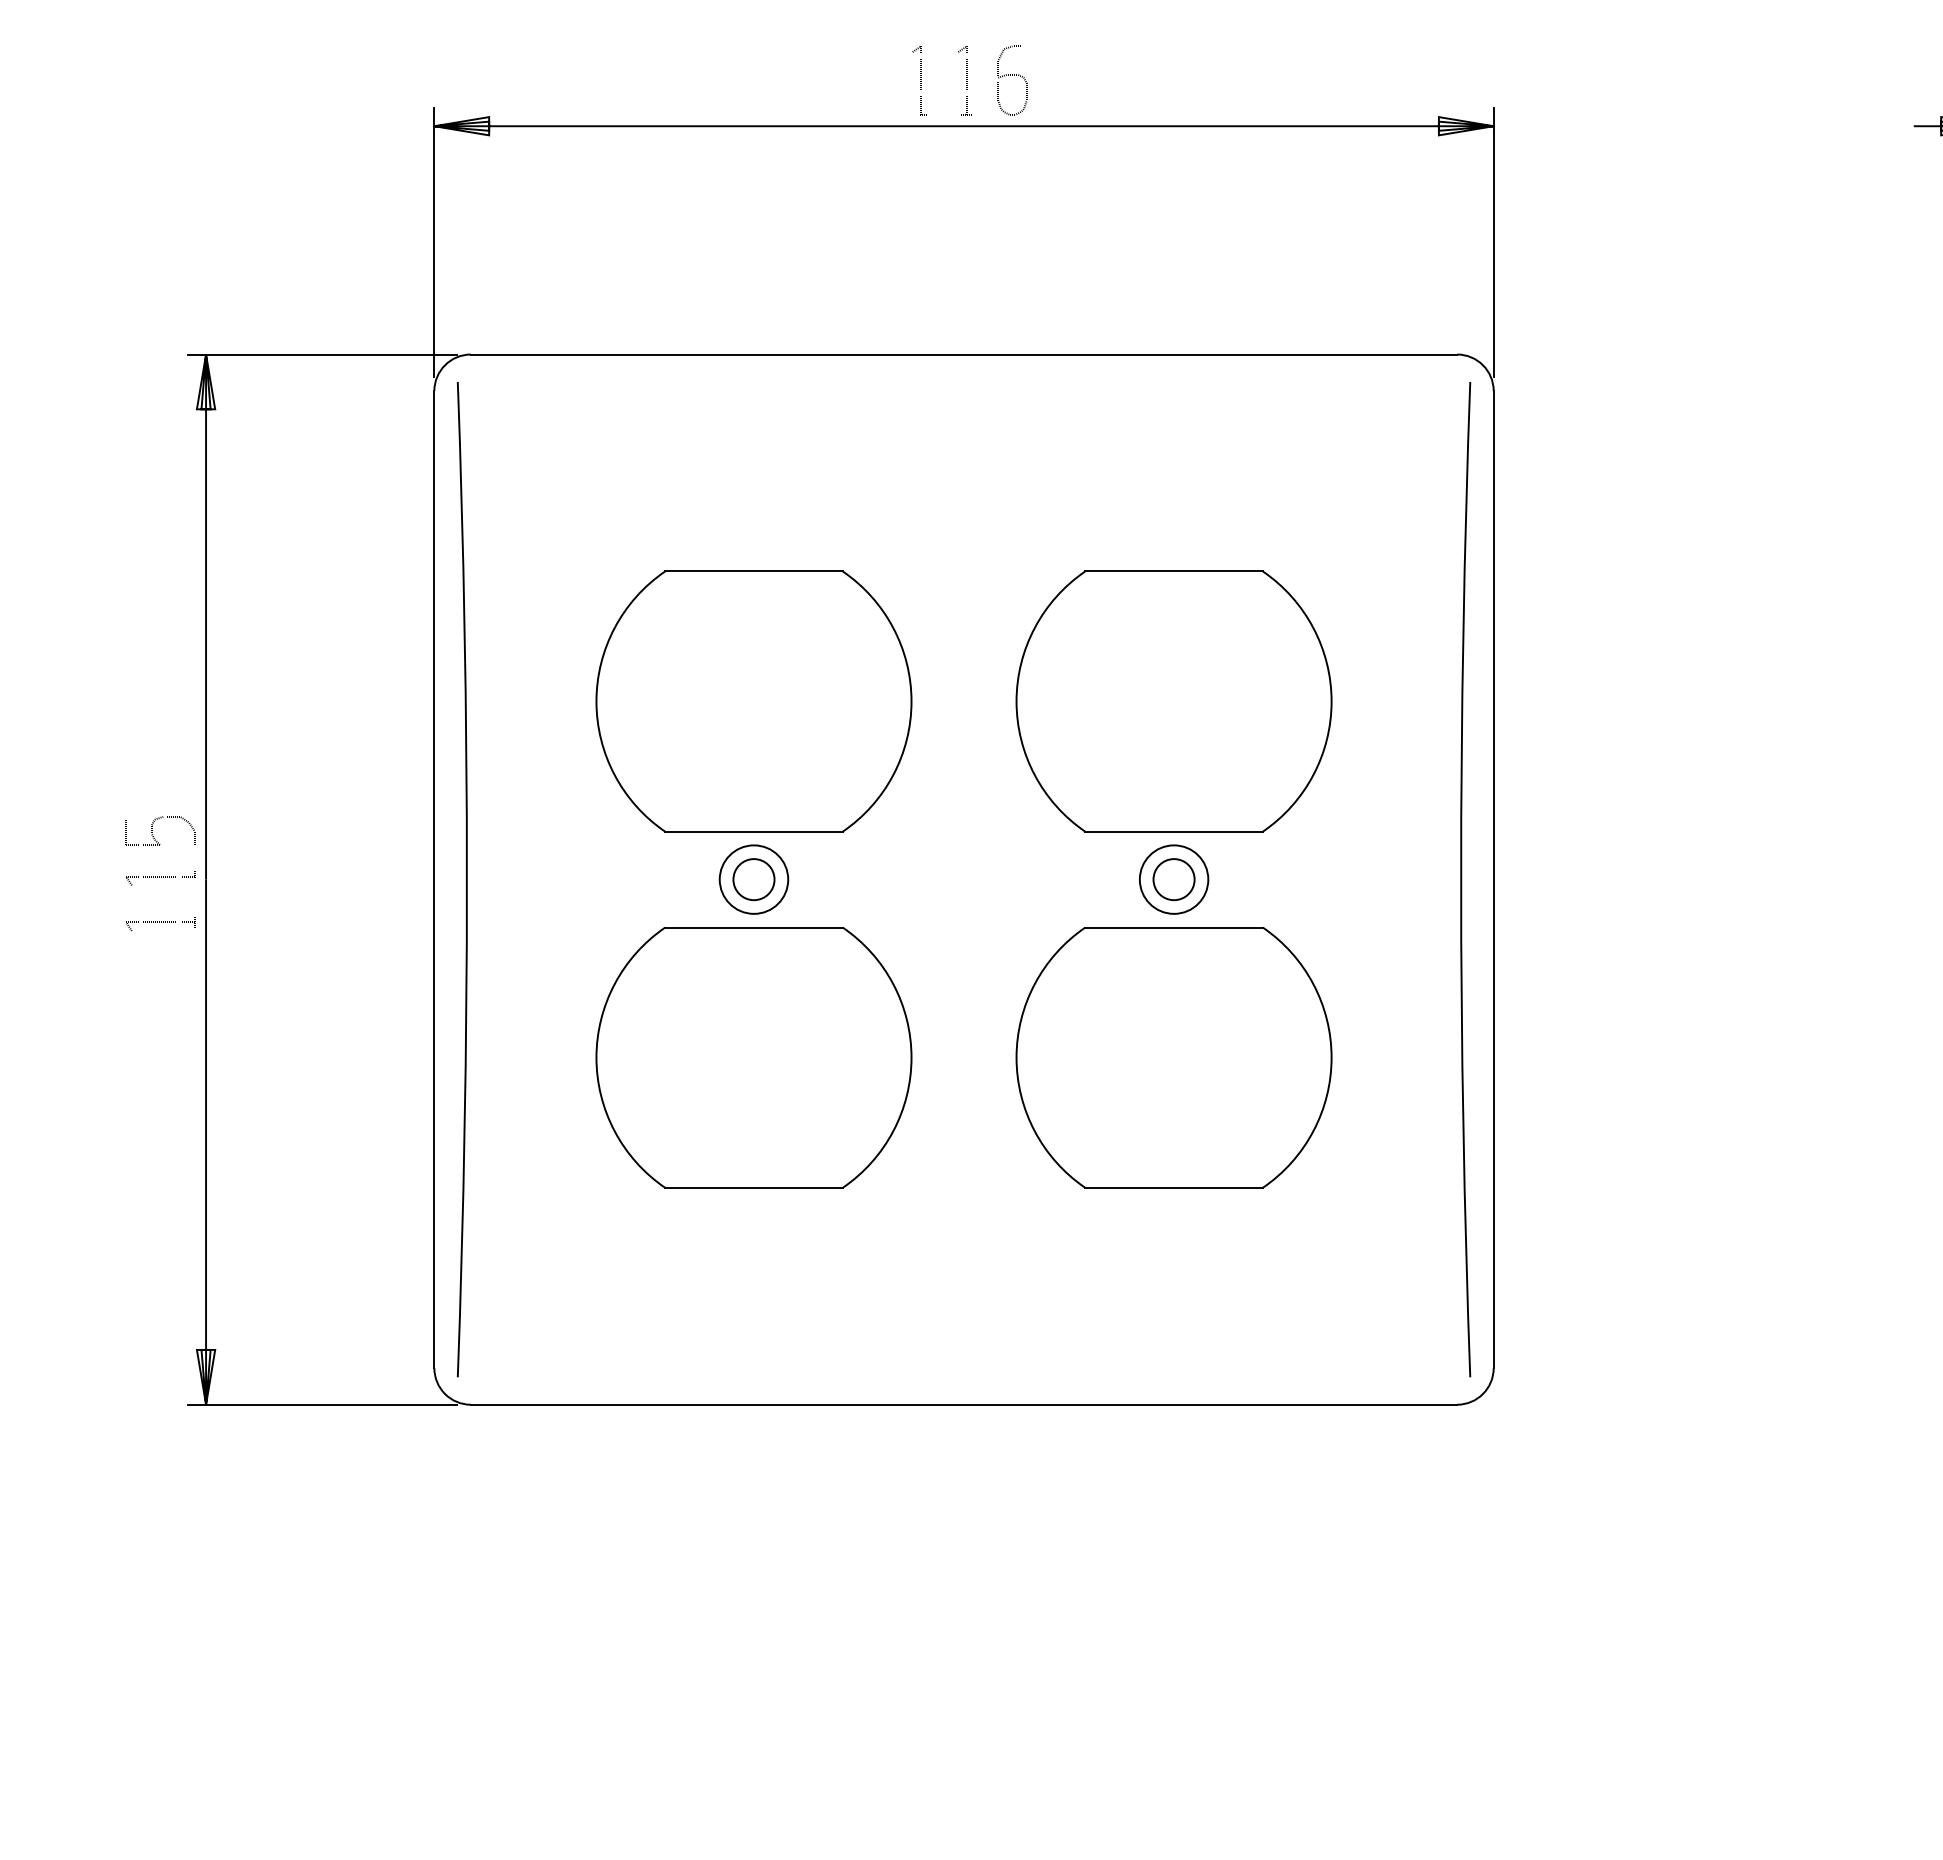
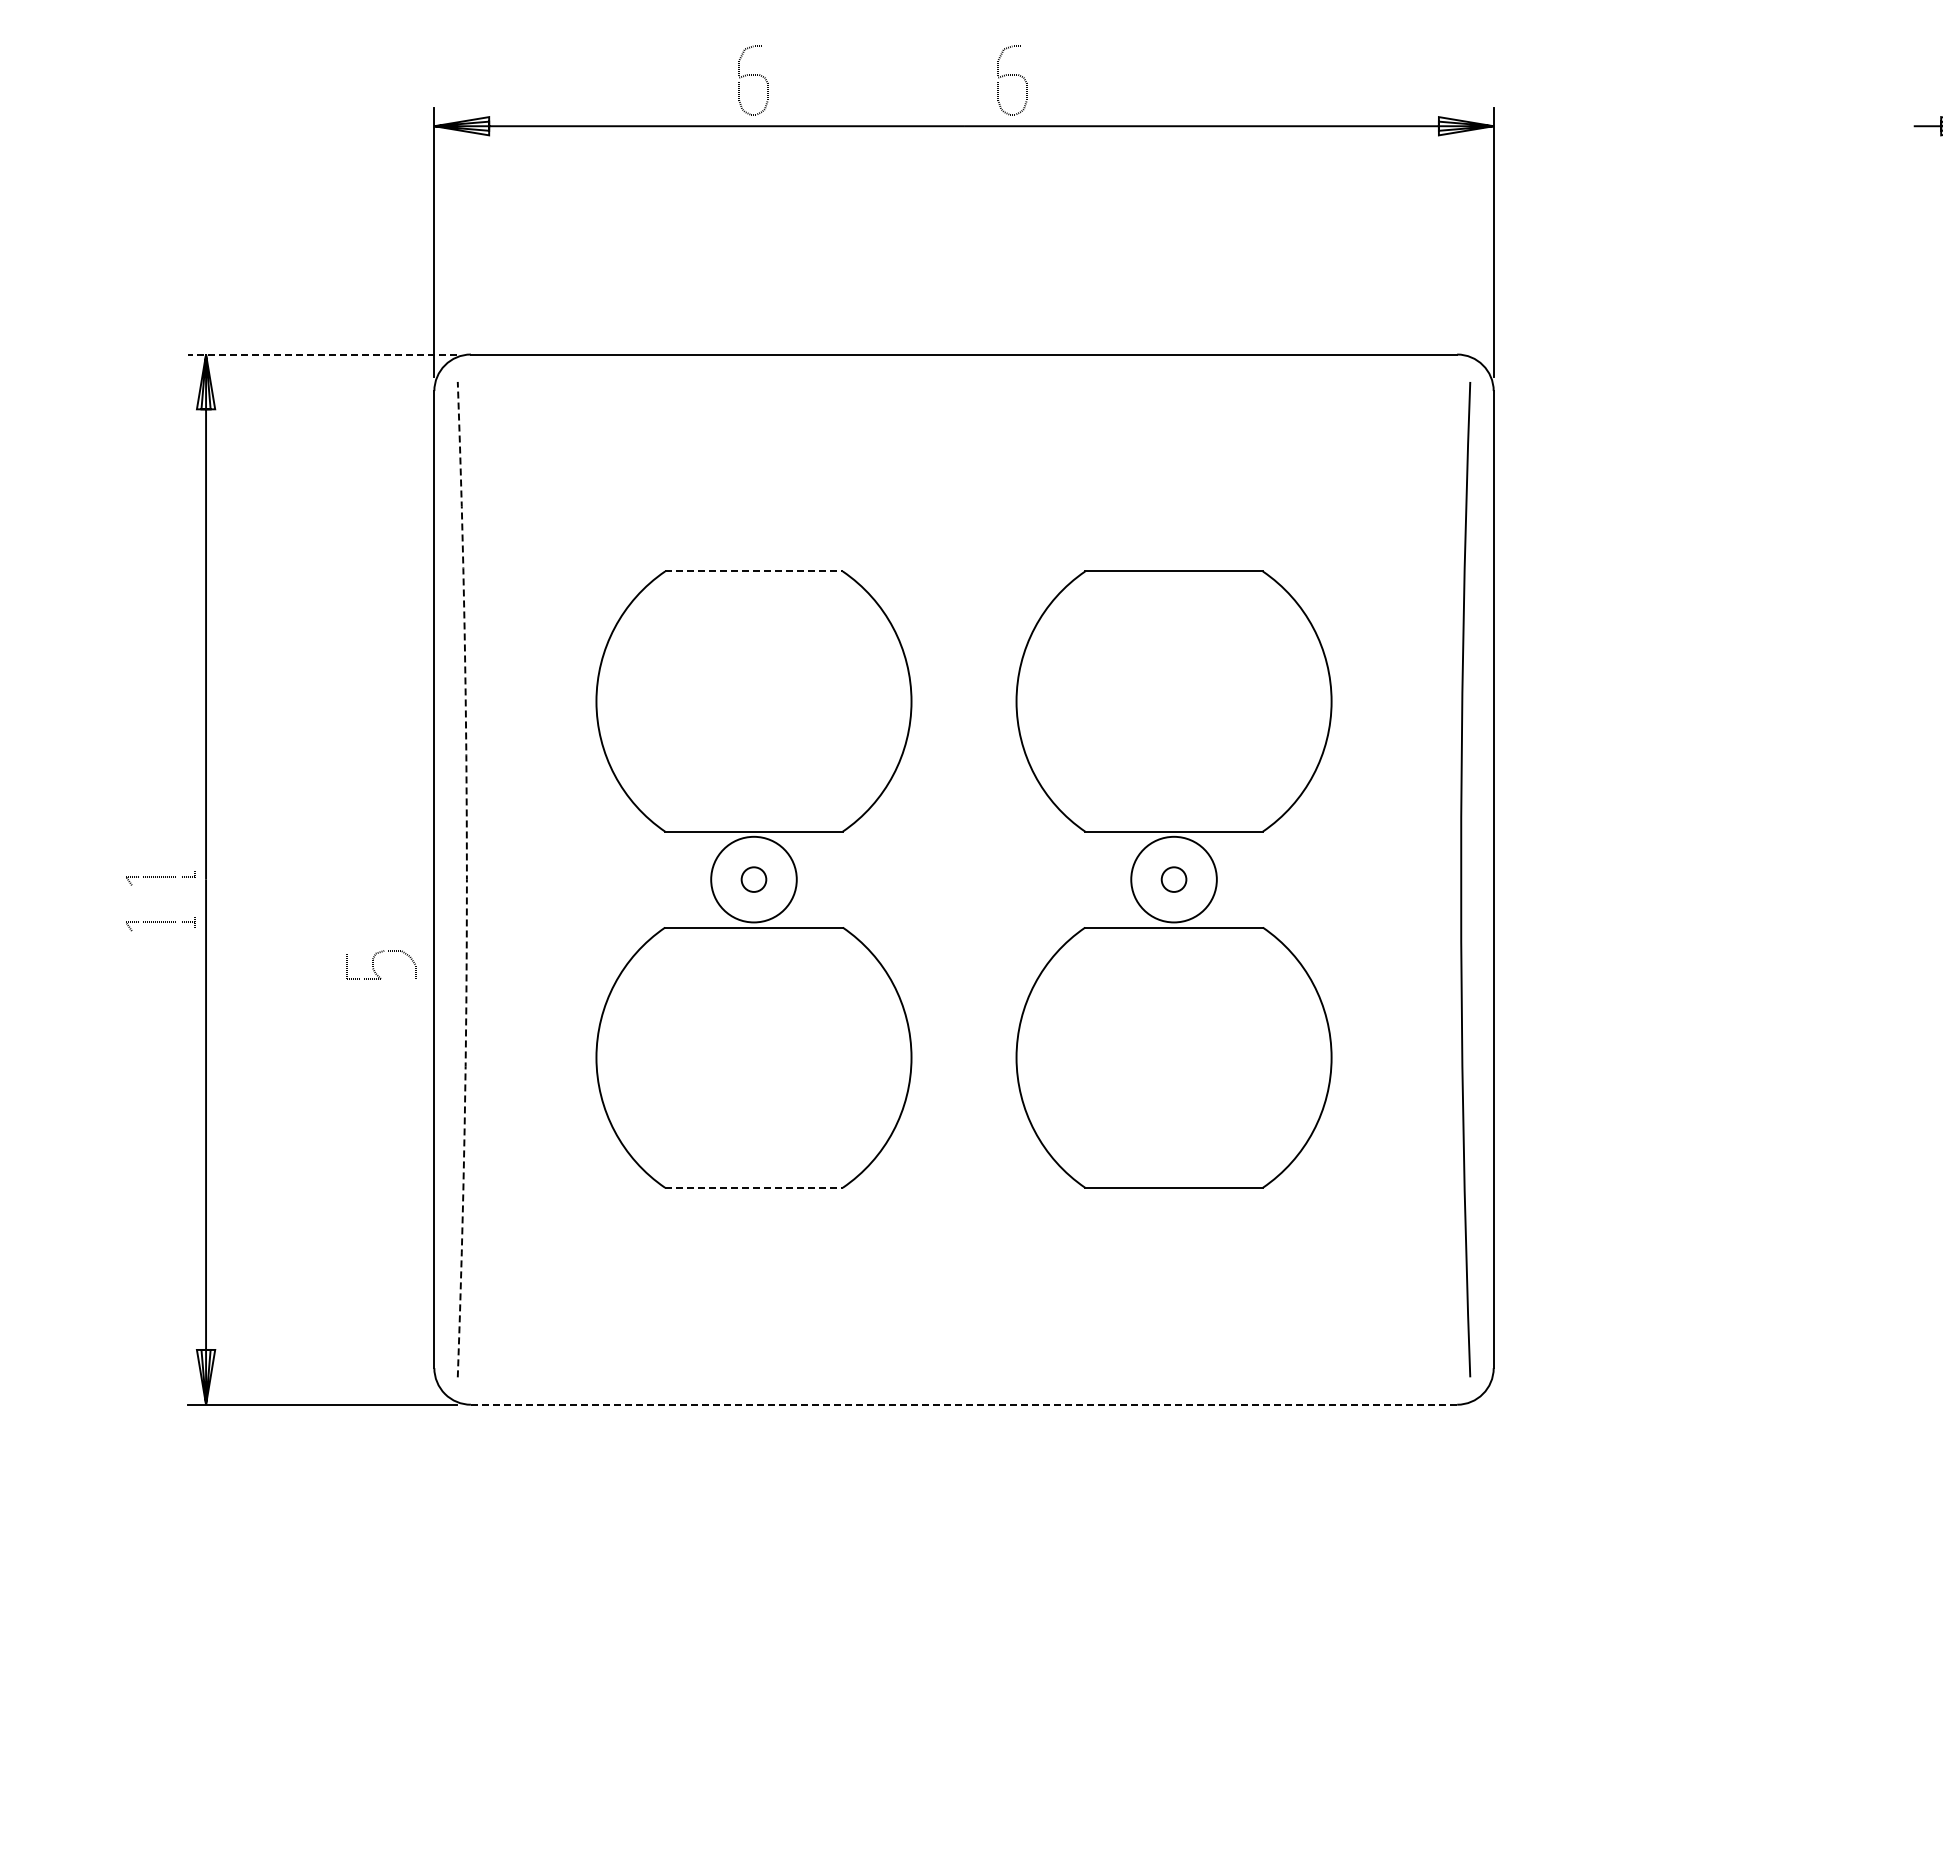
curve at (753, 75): none -> present
part at (919, 80): present -> none
part at (964, 80): present -> none
line at (322, 354): solid -> dashed
line at (753, 571): solid -> dashed
part at (152, 830) position: (152, 830) -> (373, 964)
arc at (466, 879): solid -> dashed
circle at (753, 879) diameter: 41 px -> 25 px
circle at (753, 879) diameter: 68 px -> 86 px
circle at (1173, 879) diameter: 41 px -> 25 px
circle at (1173, 879) diameter: 68 px -> 86 px
line at (753, 1187): solid -> dashed
line at (964, 1404): solid -> dashed
